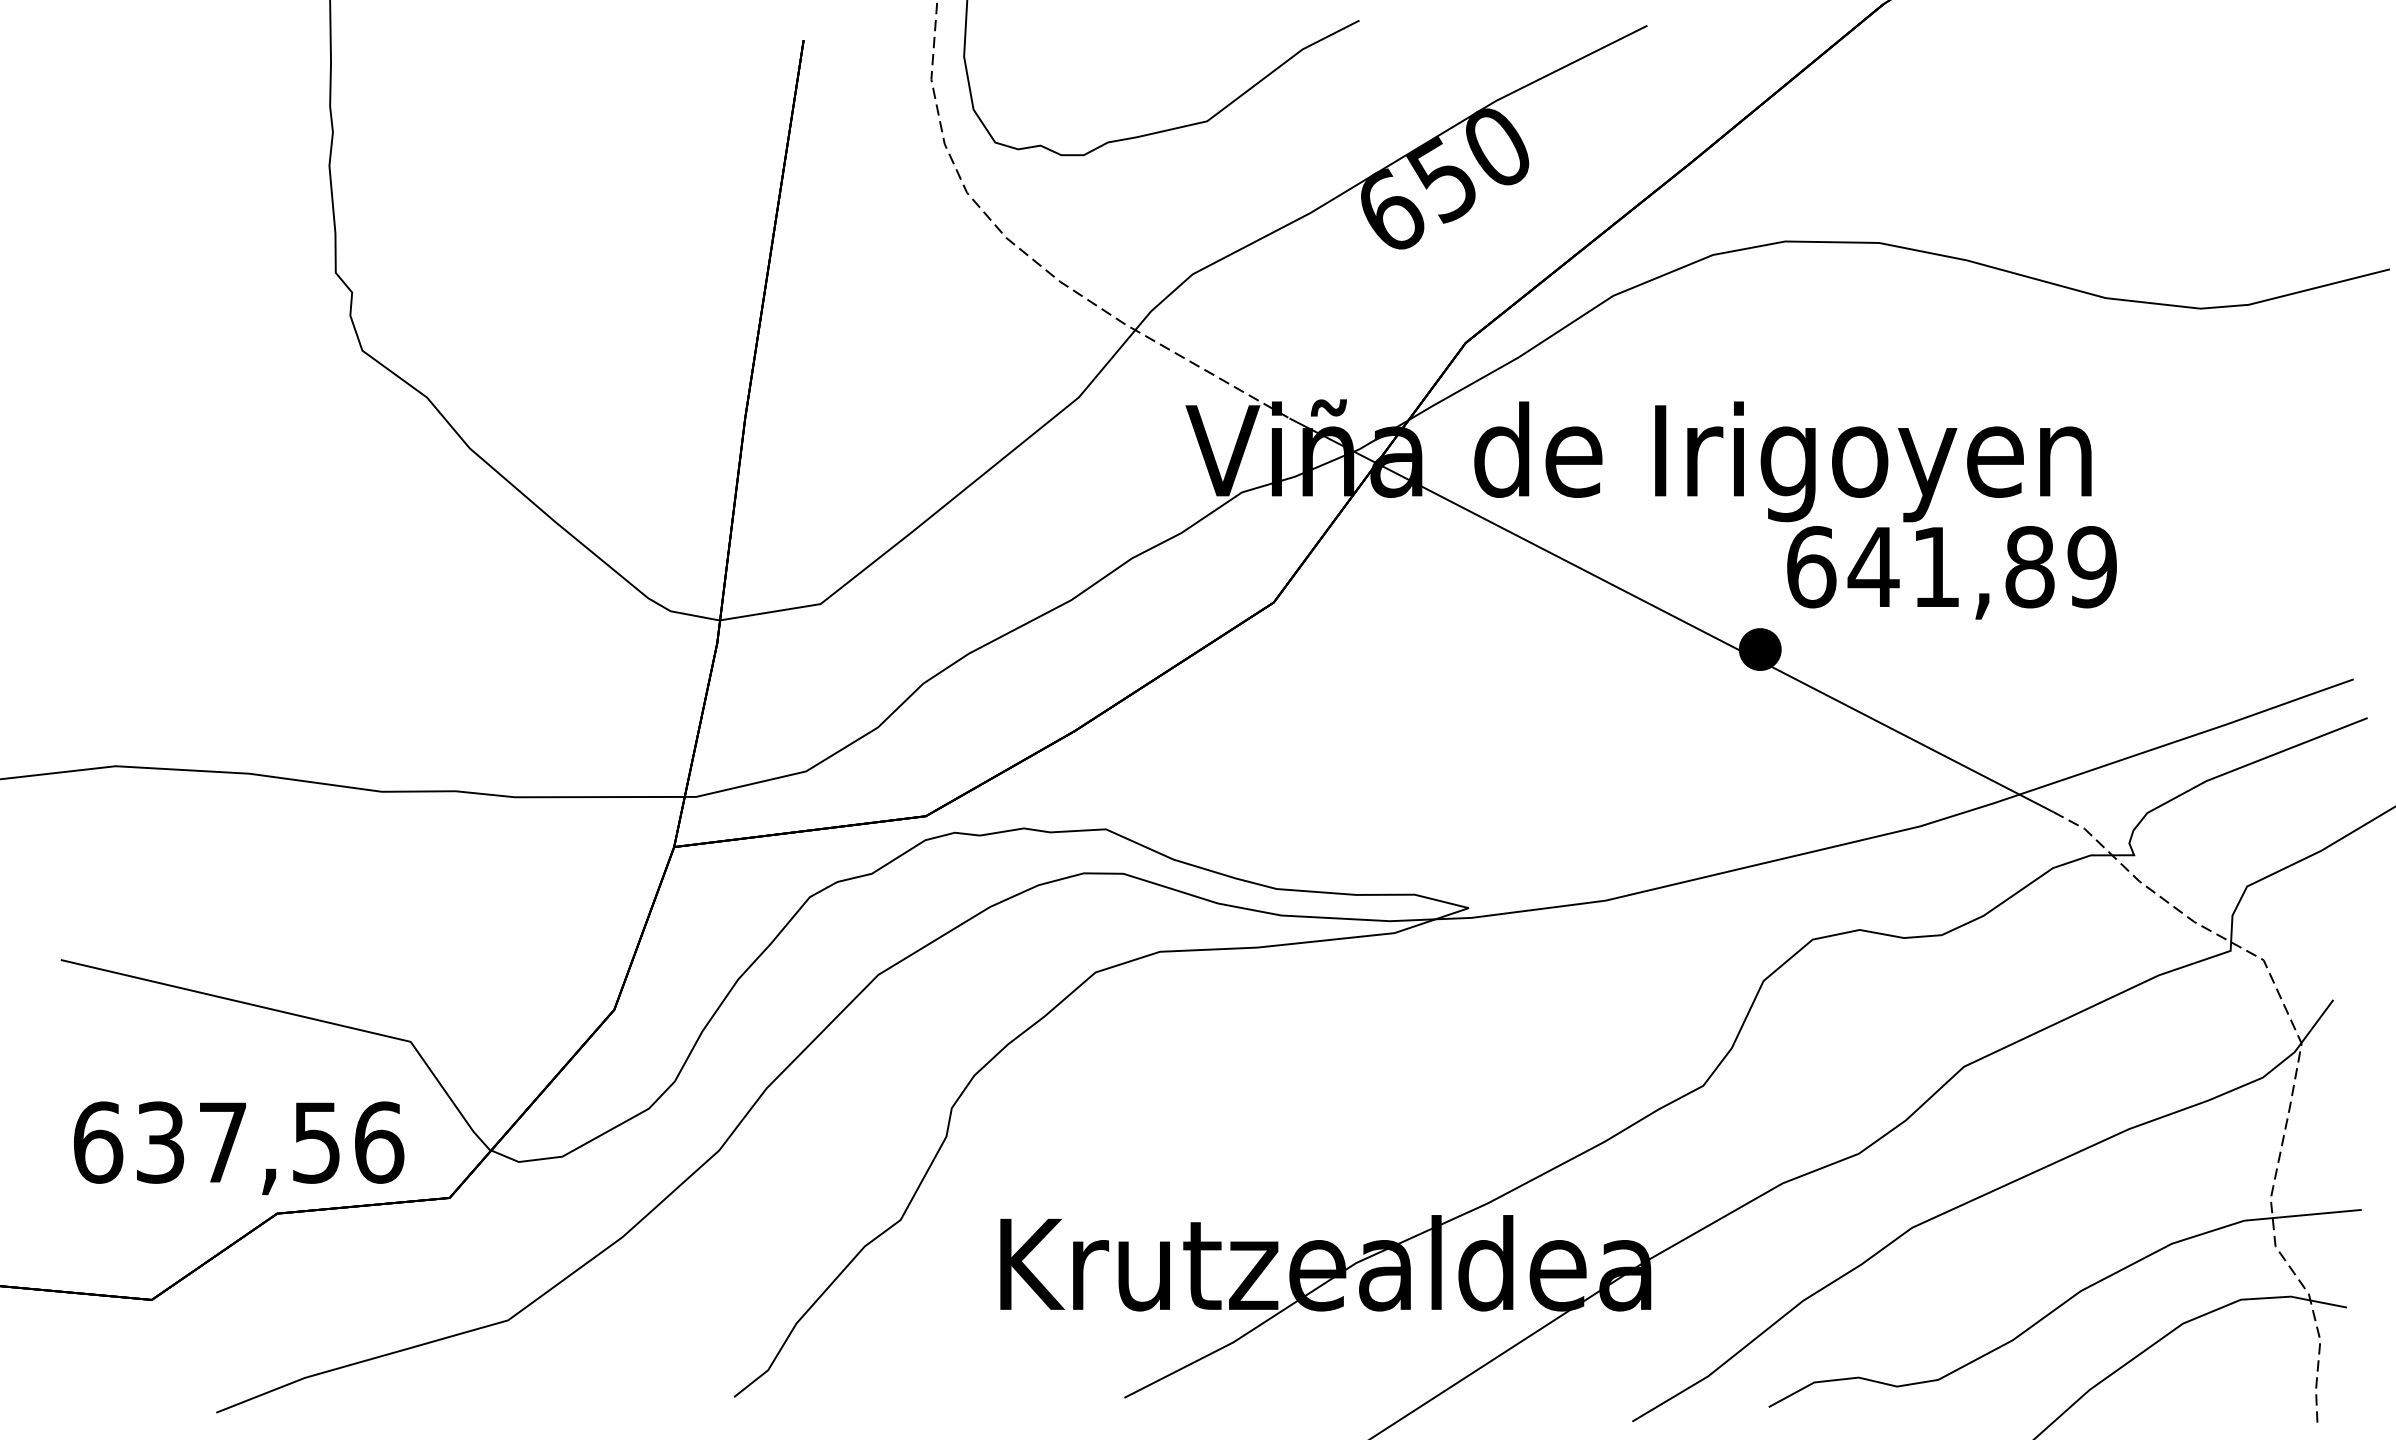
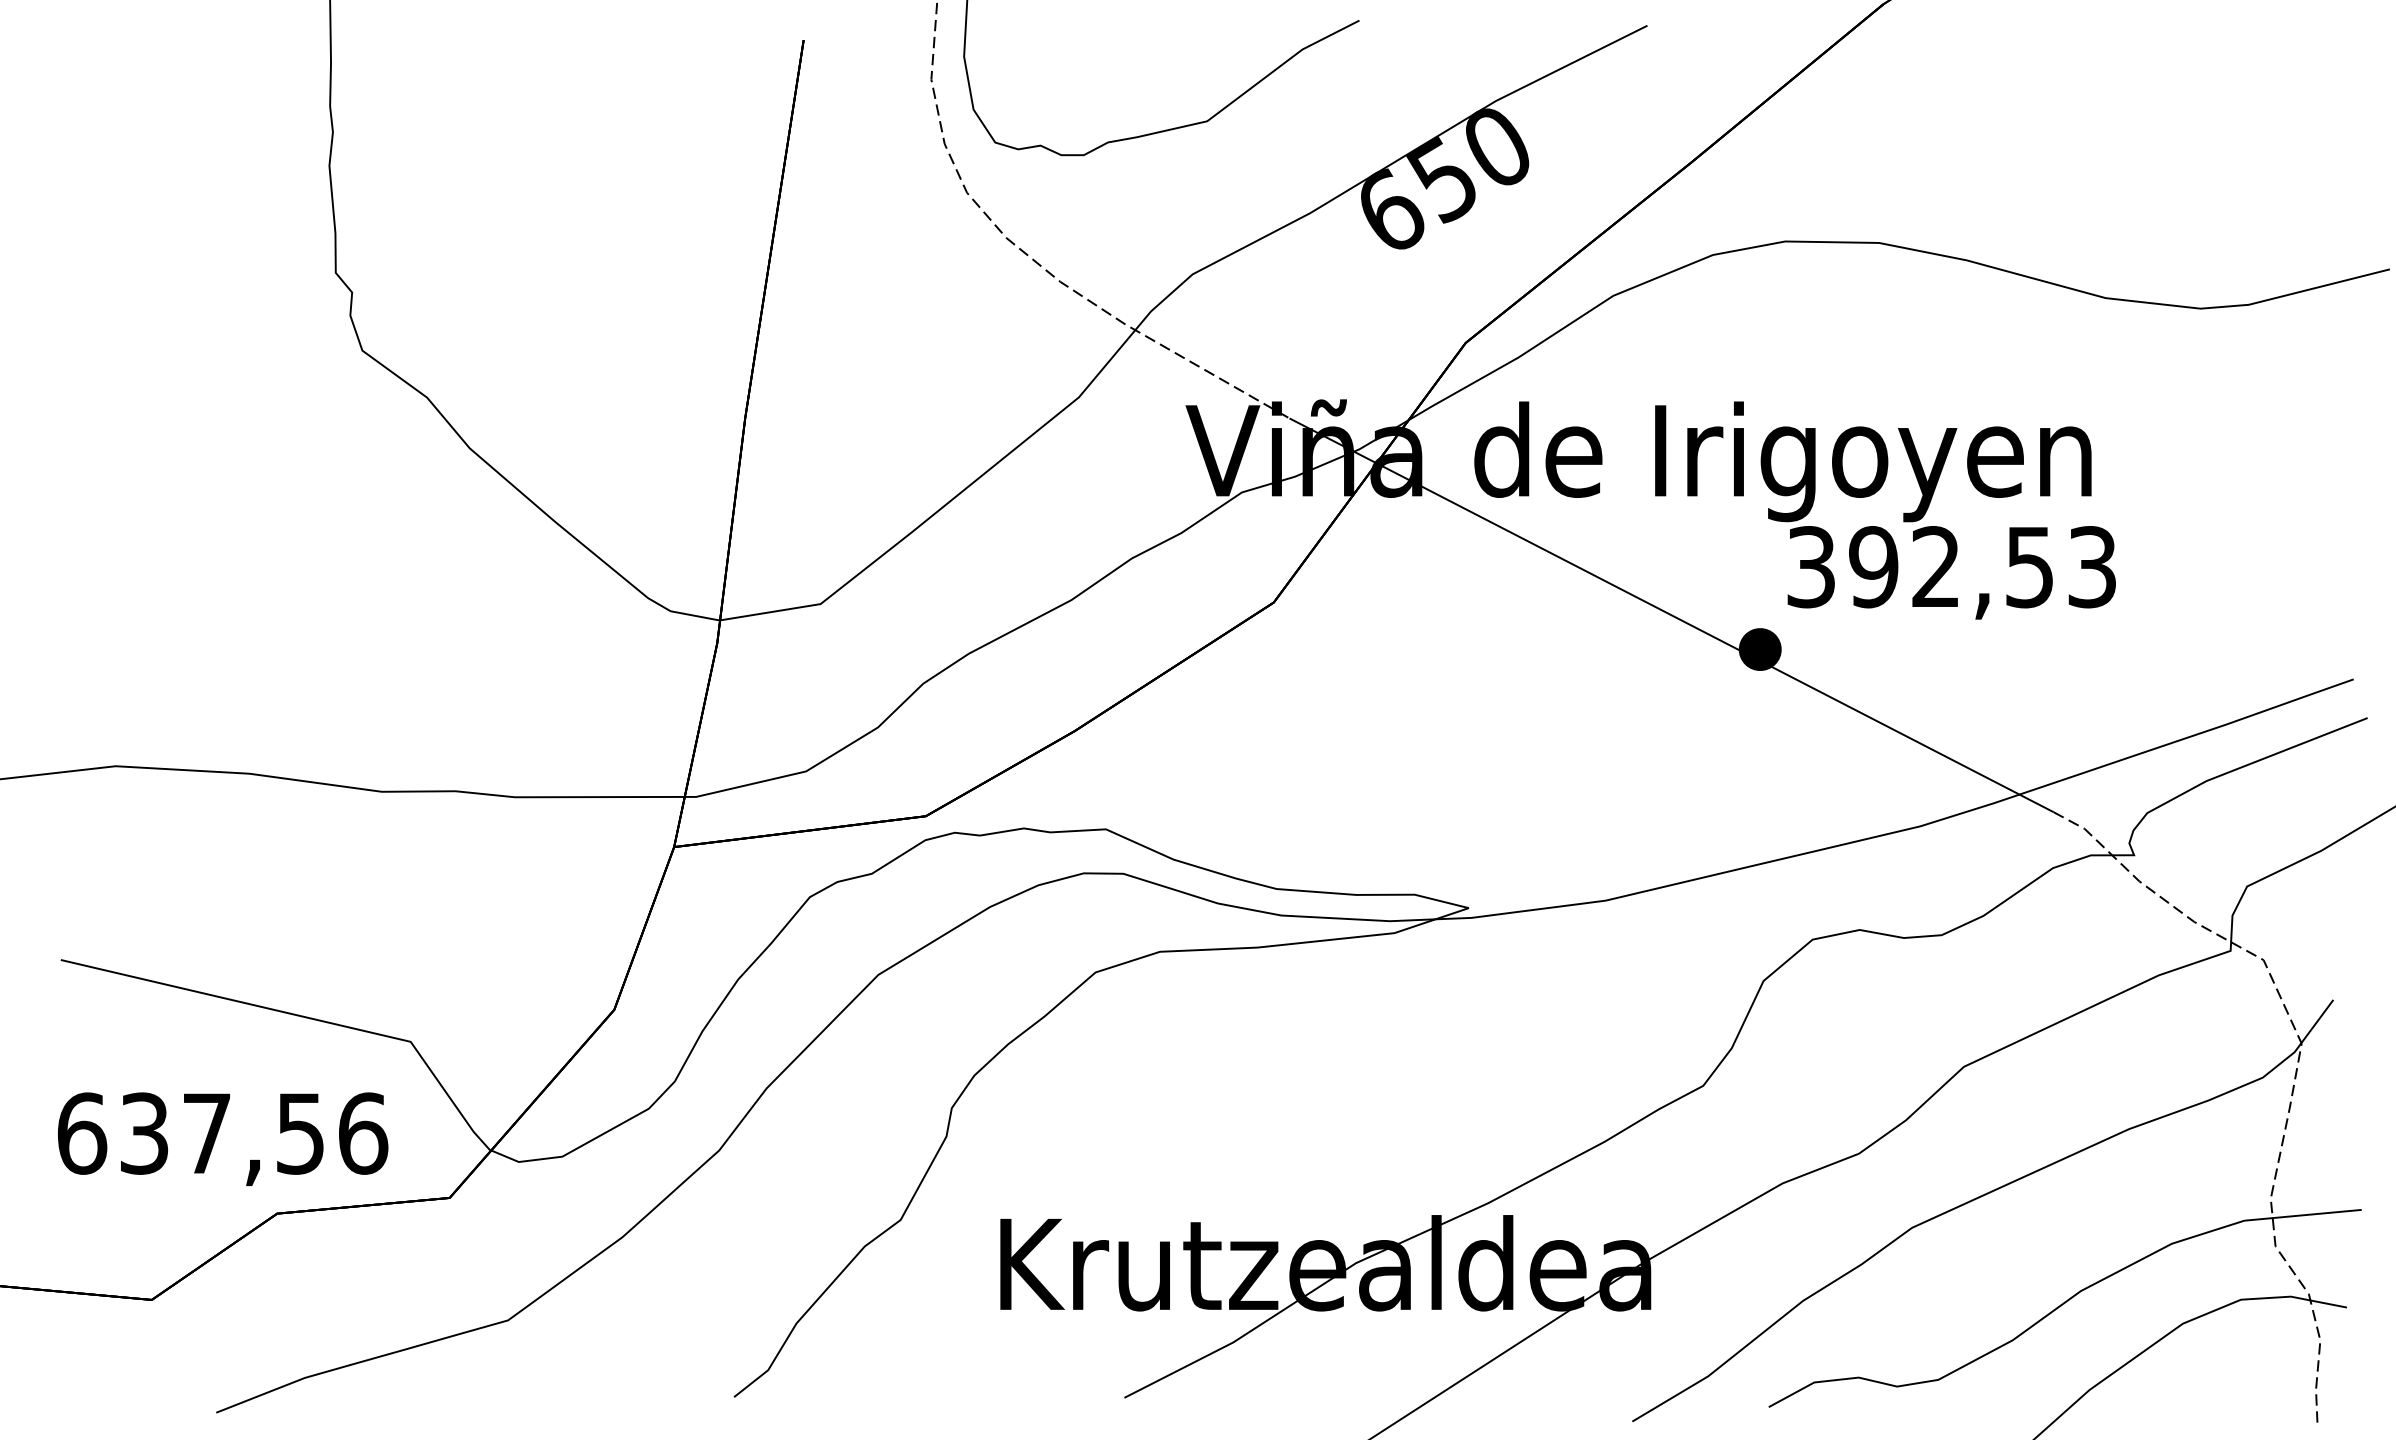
text at (1951, 567): 641,89 -> 392,53
text at (239, 1147) position: (239, 1147) -> (223, 1138)
